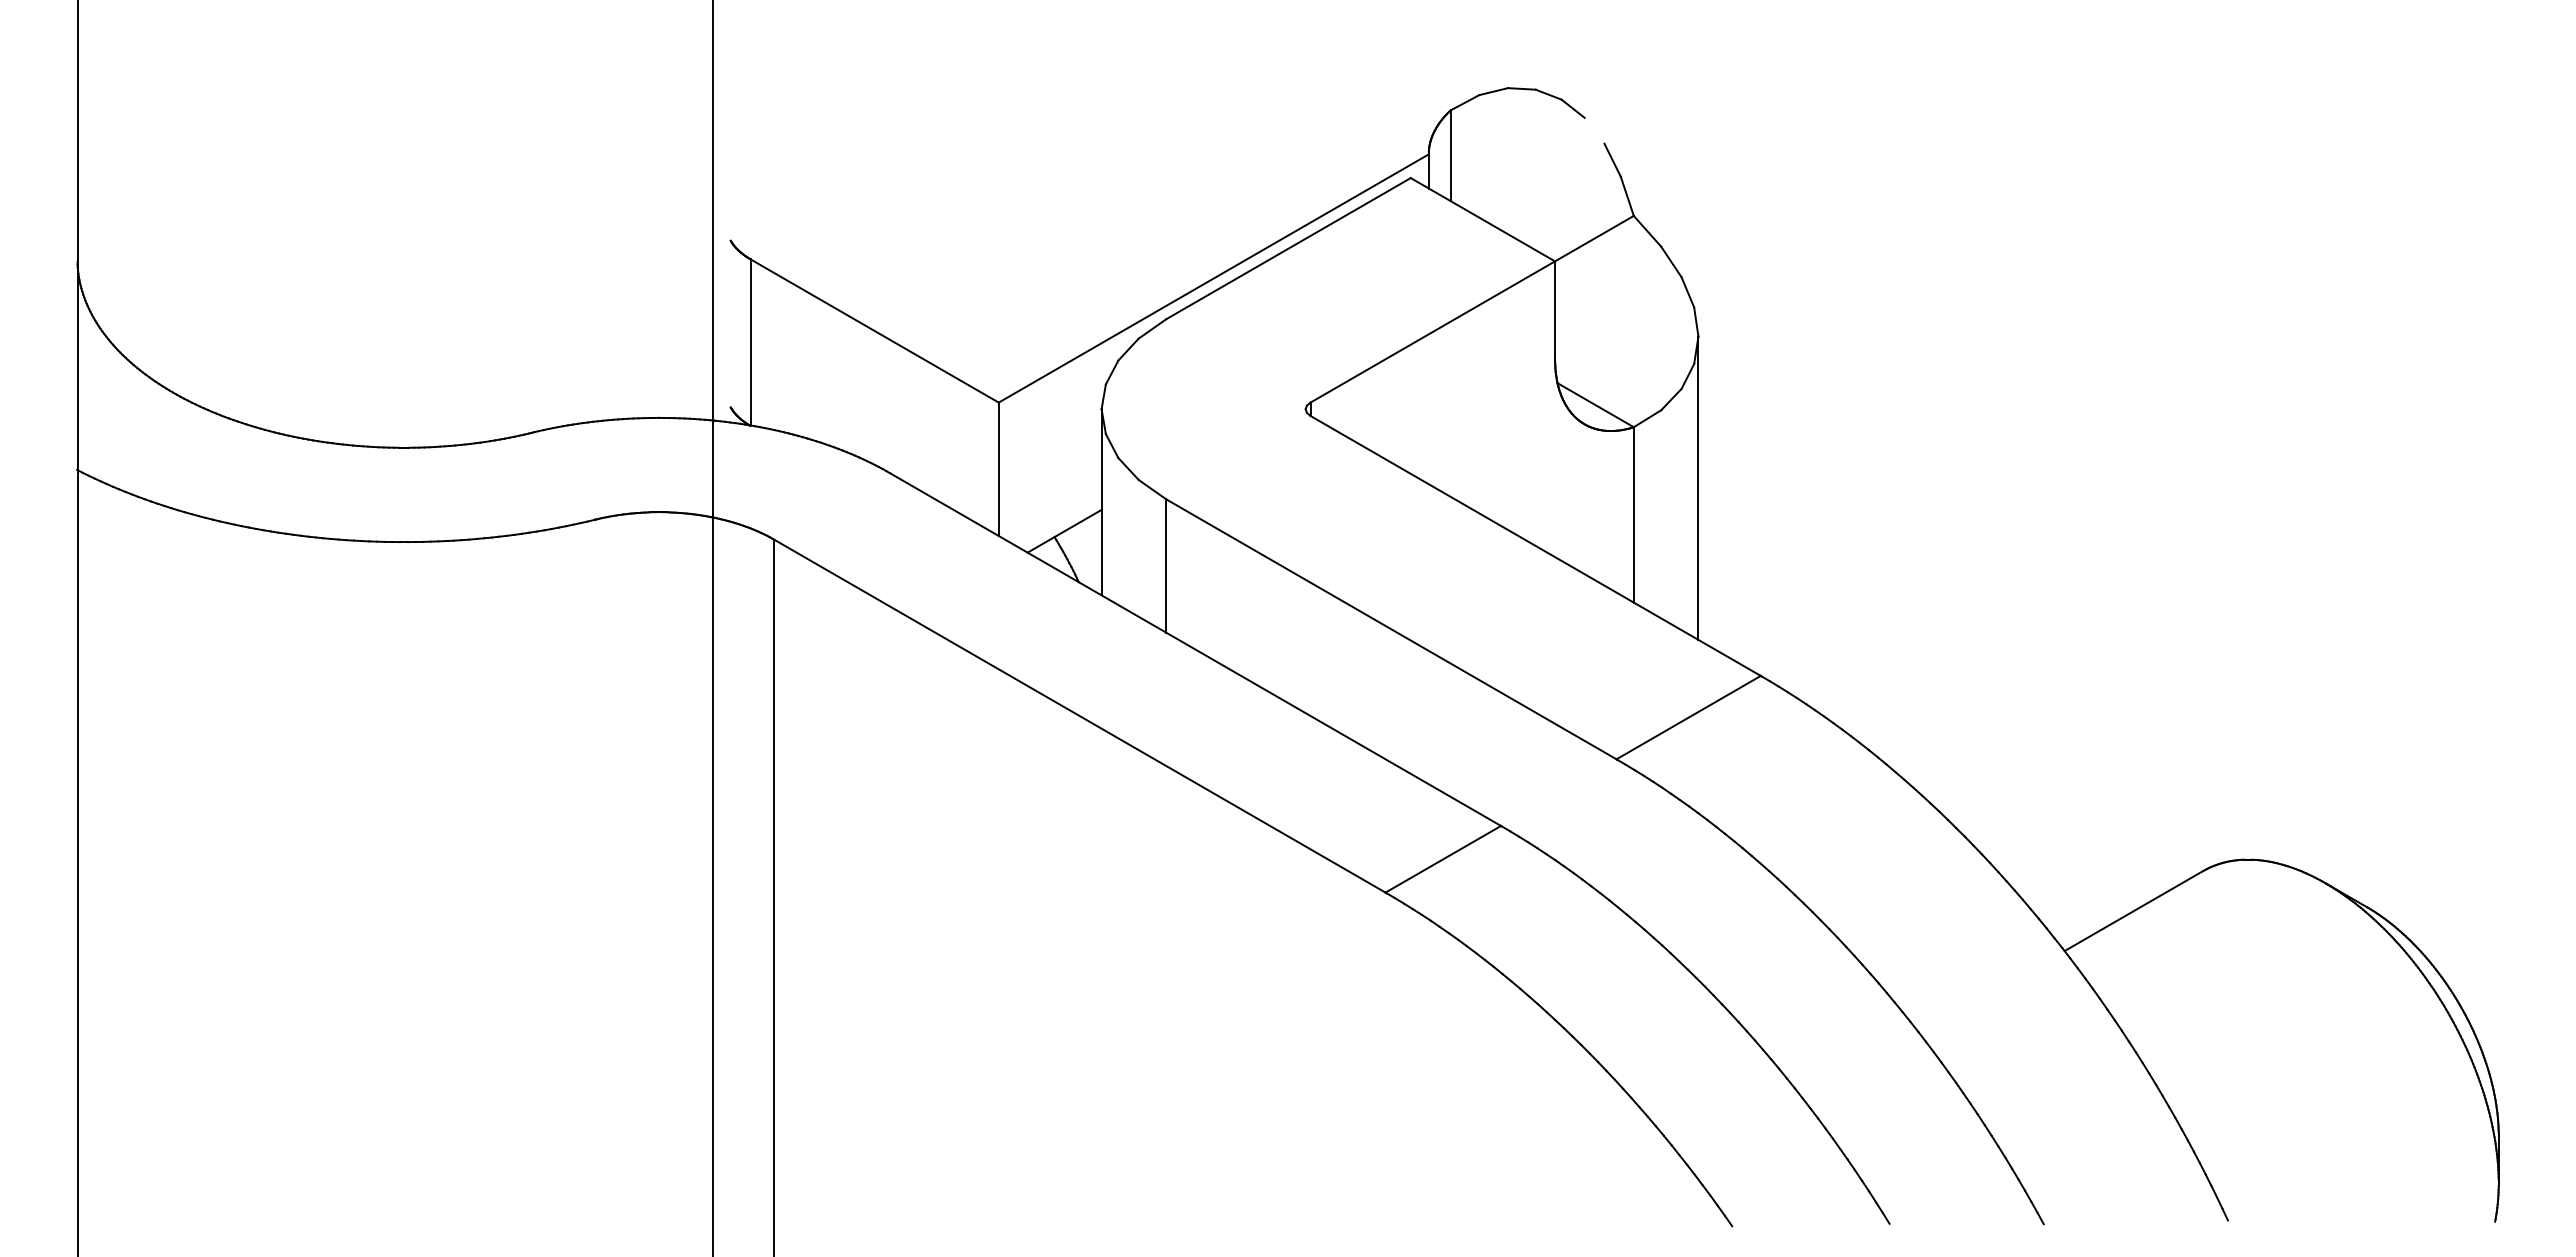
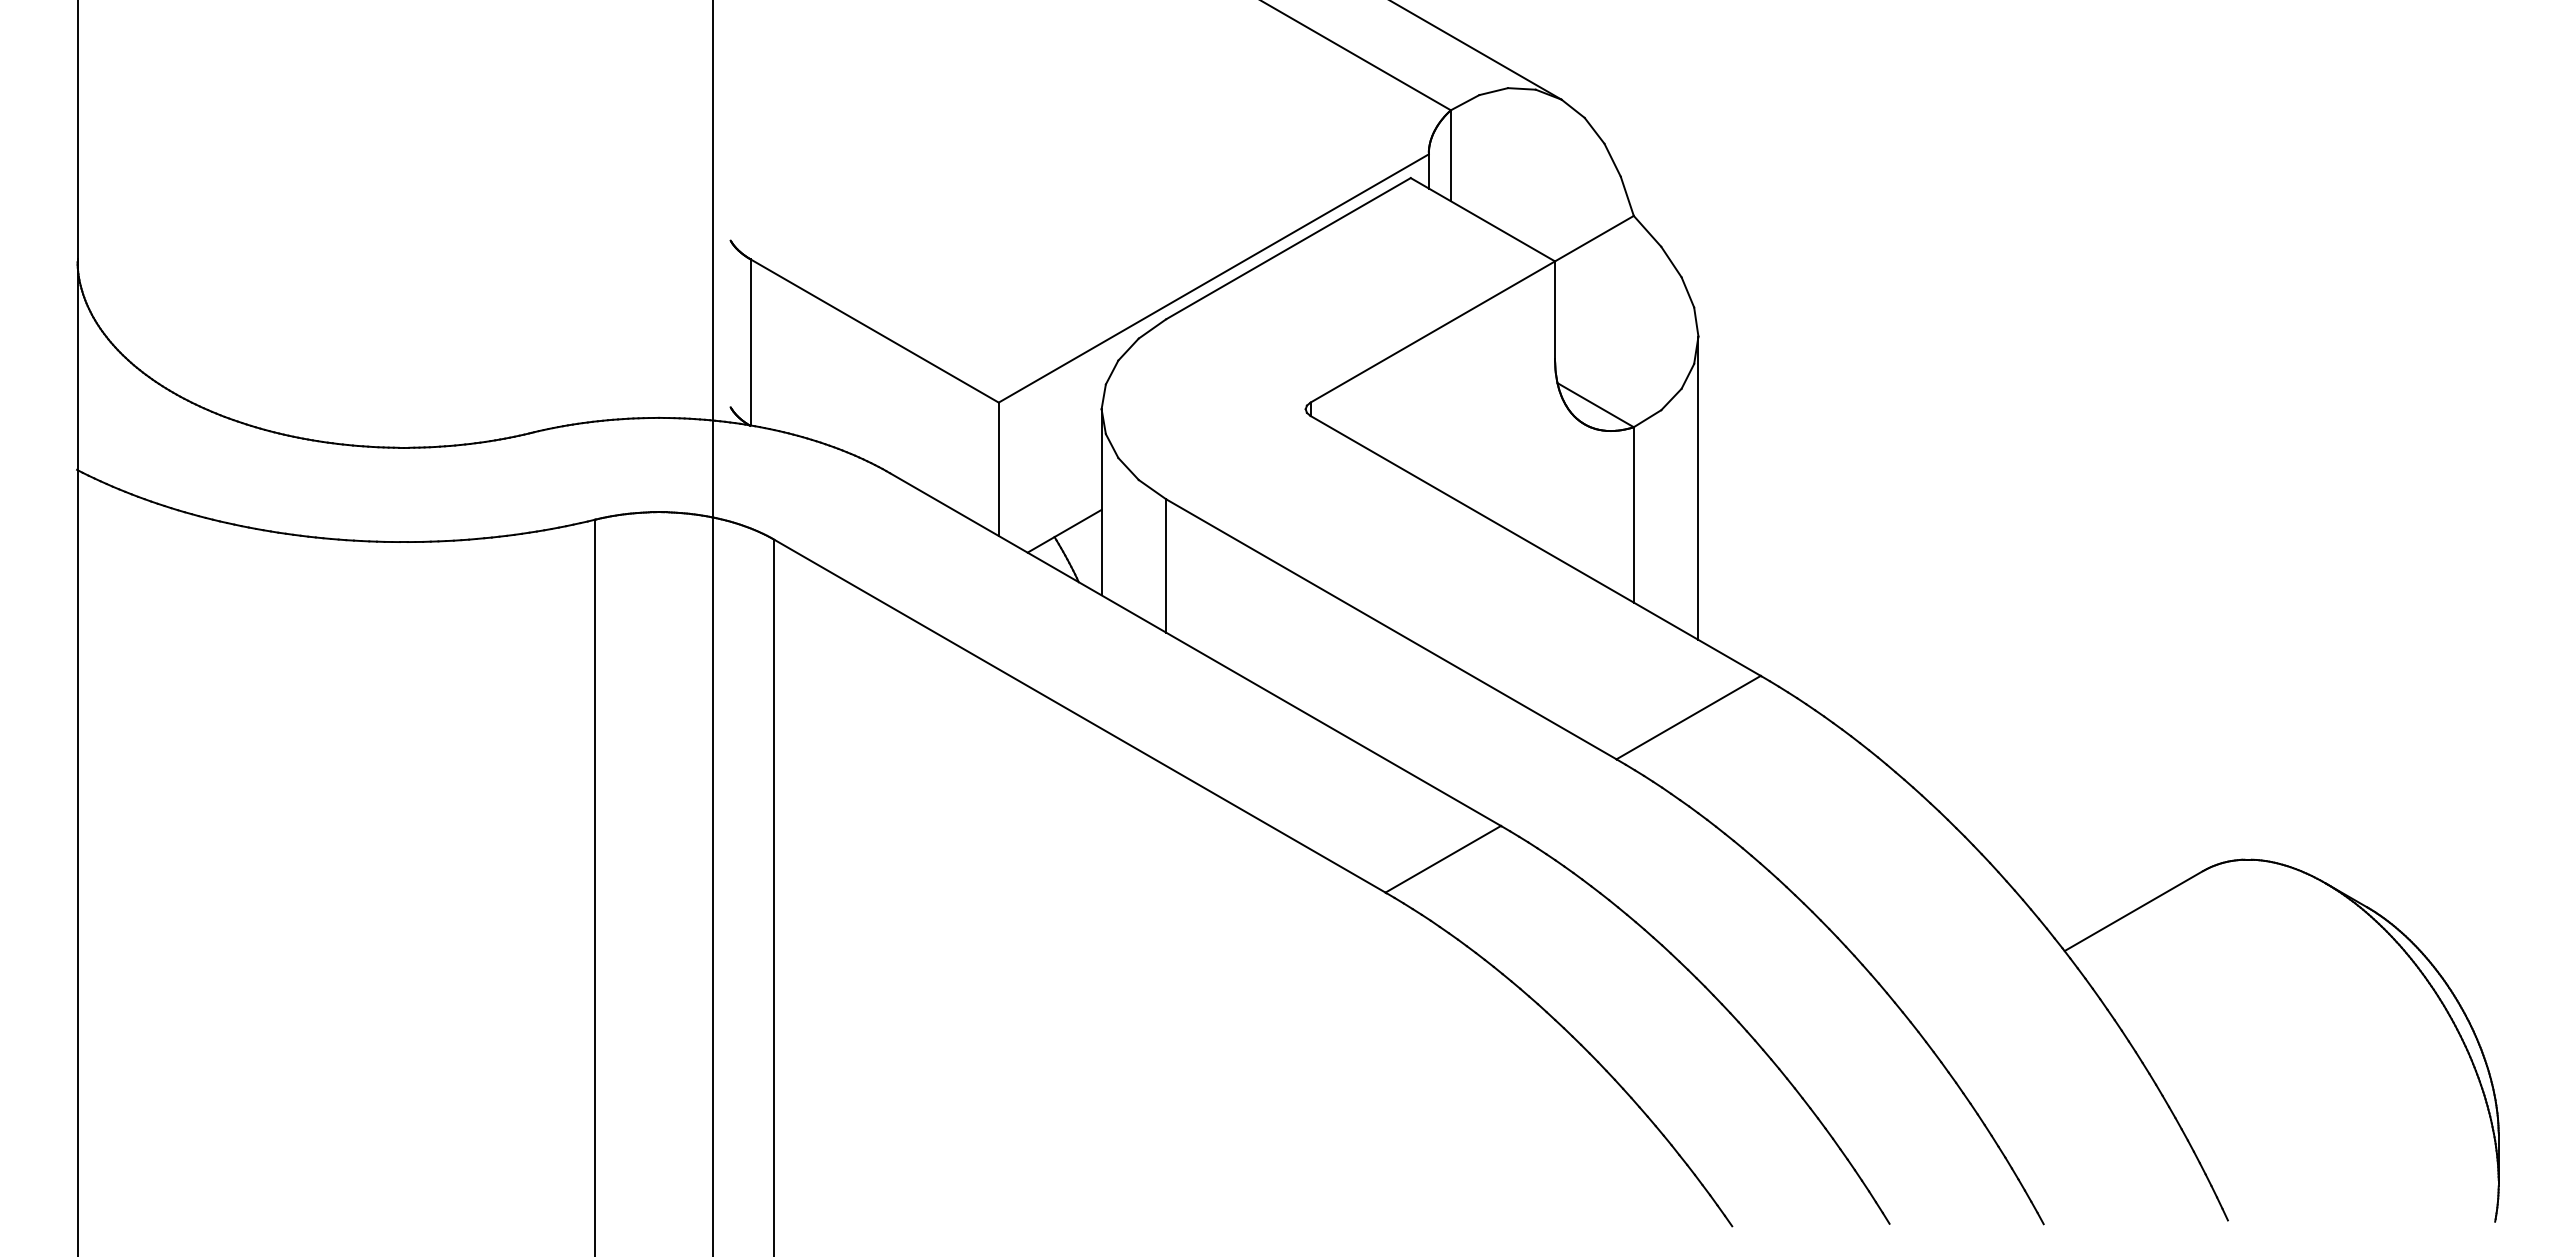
line at (1476, 50): none -> present
line at (1356, 56): none -> present
line at (1594, 130): none -> present
line at (595, 886): none -> present
